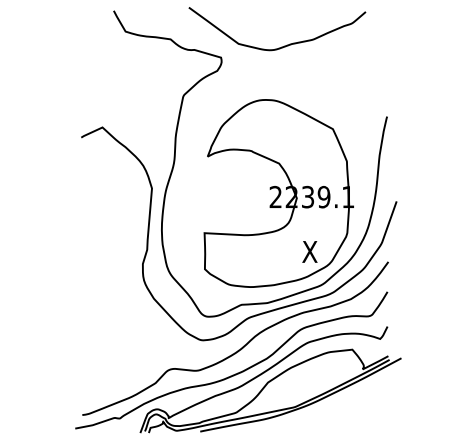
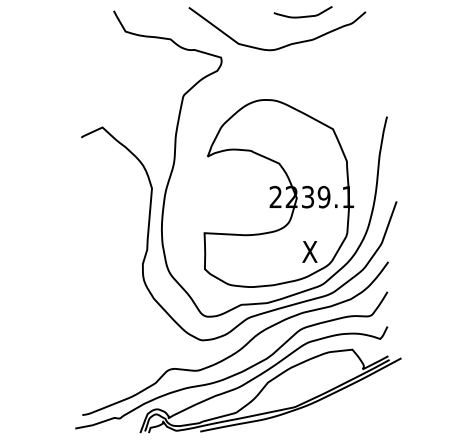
curve at (302, 16): none -> present
